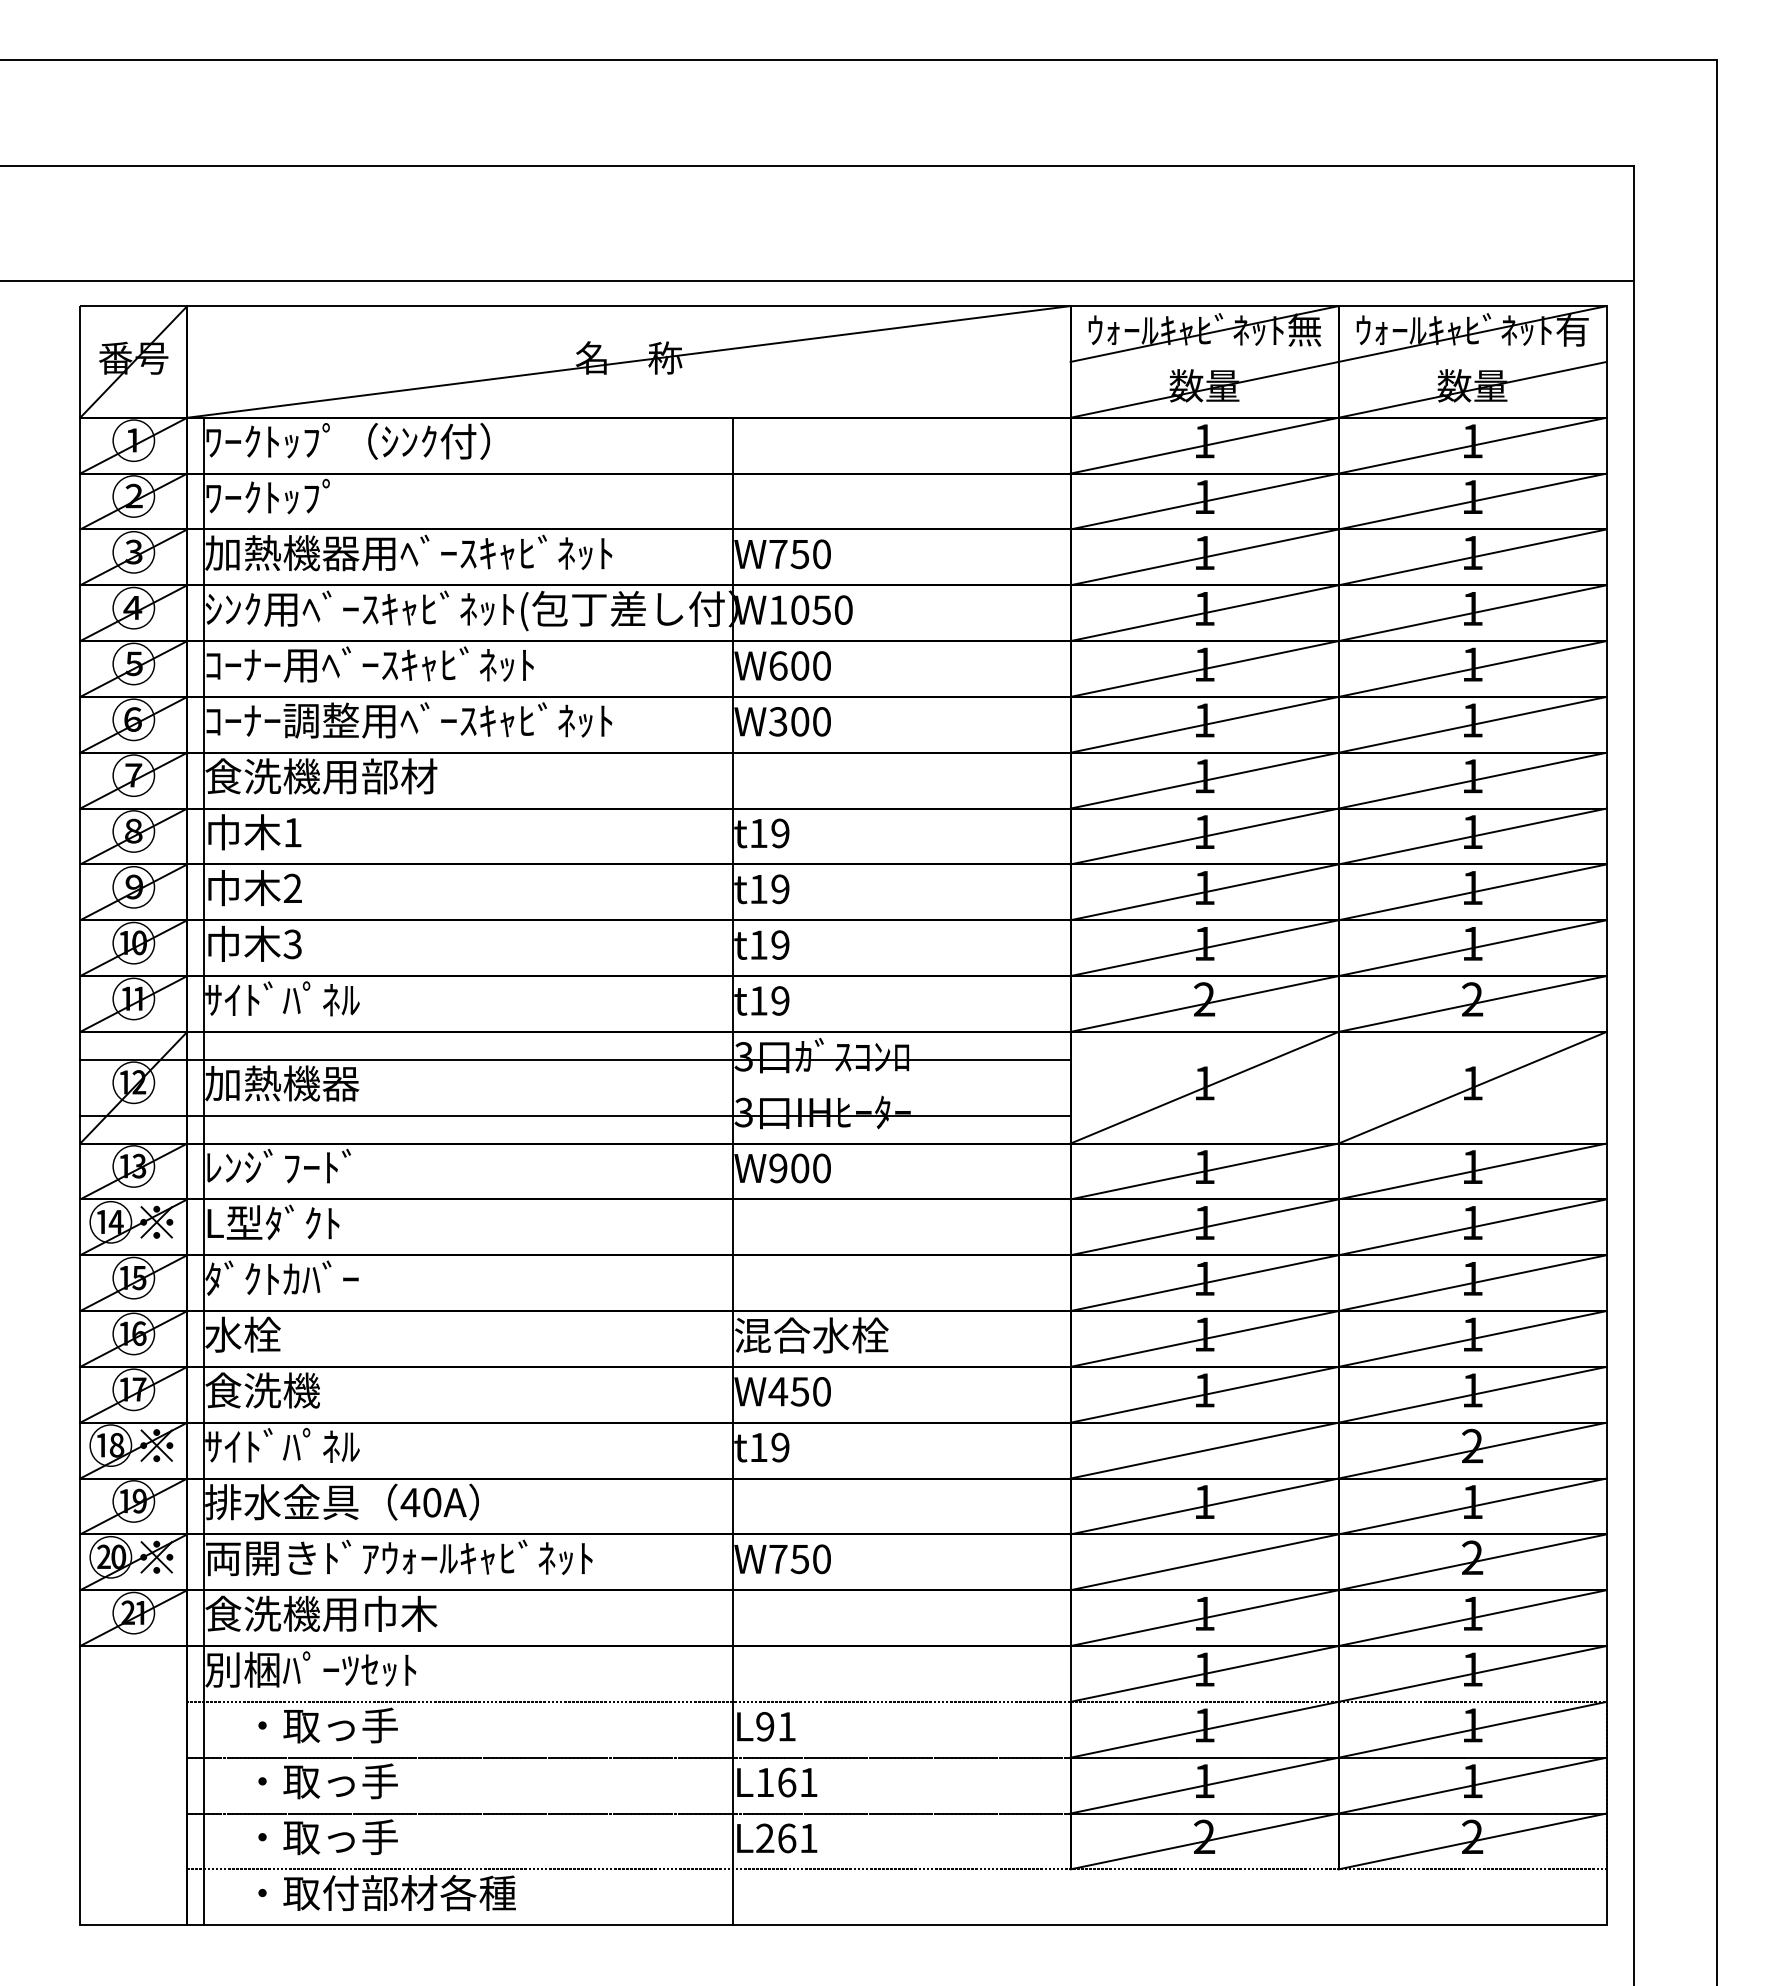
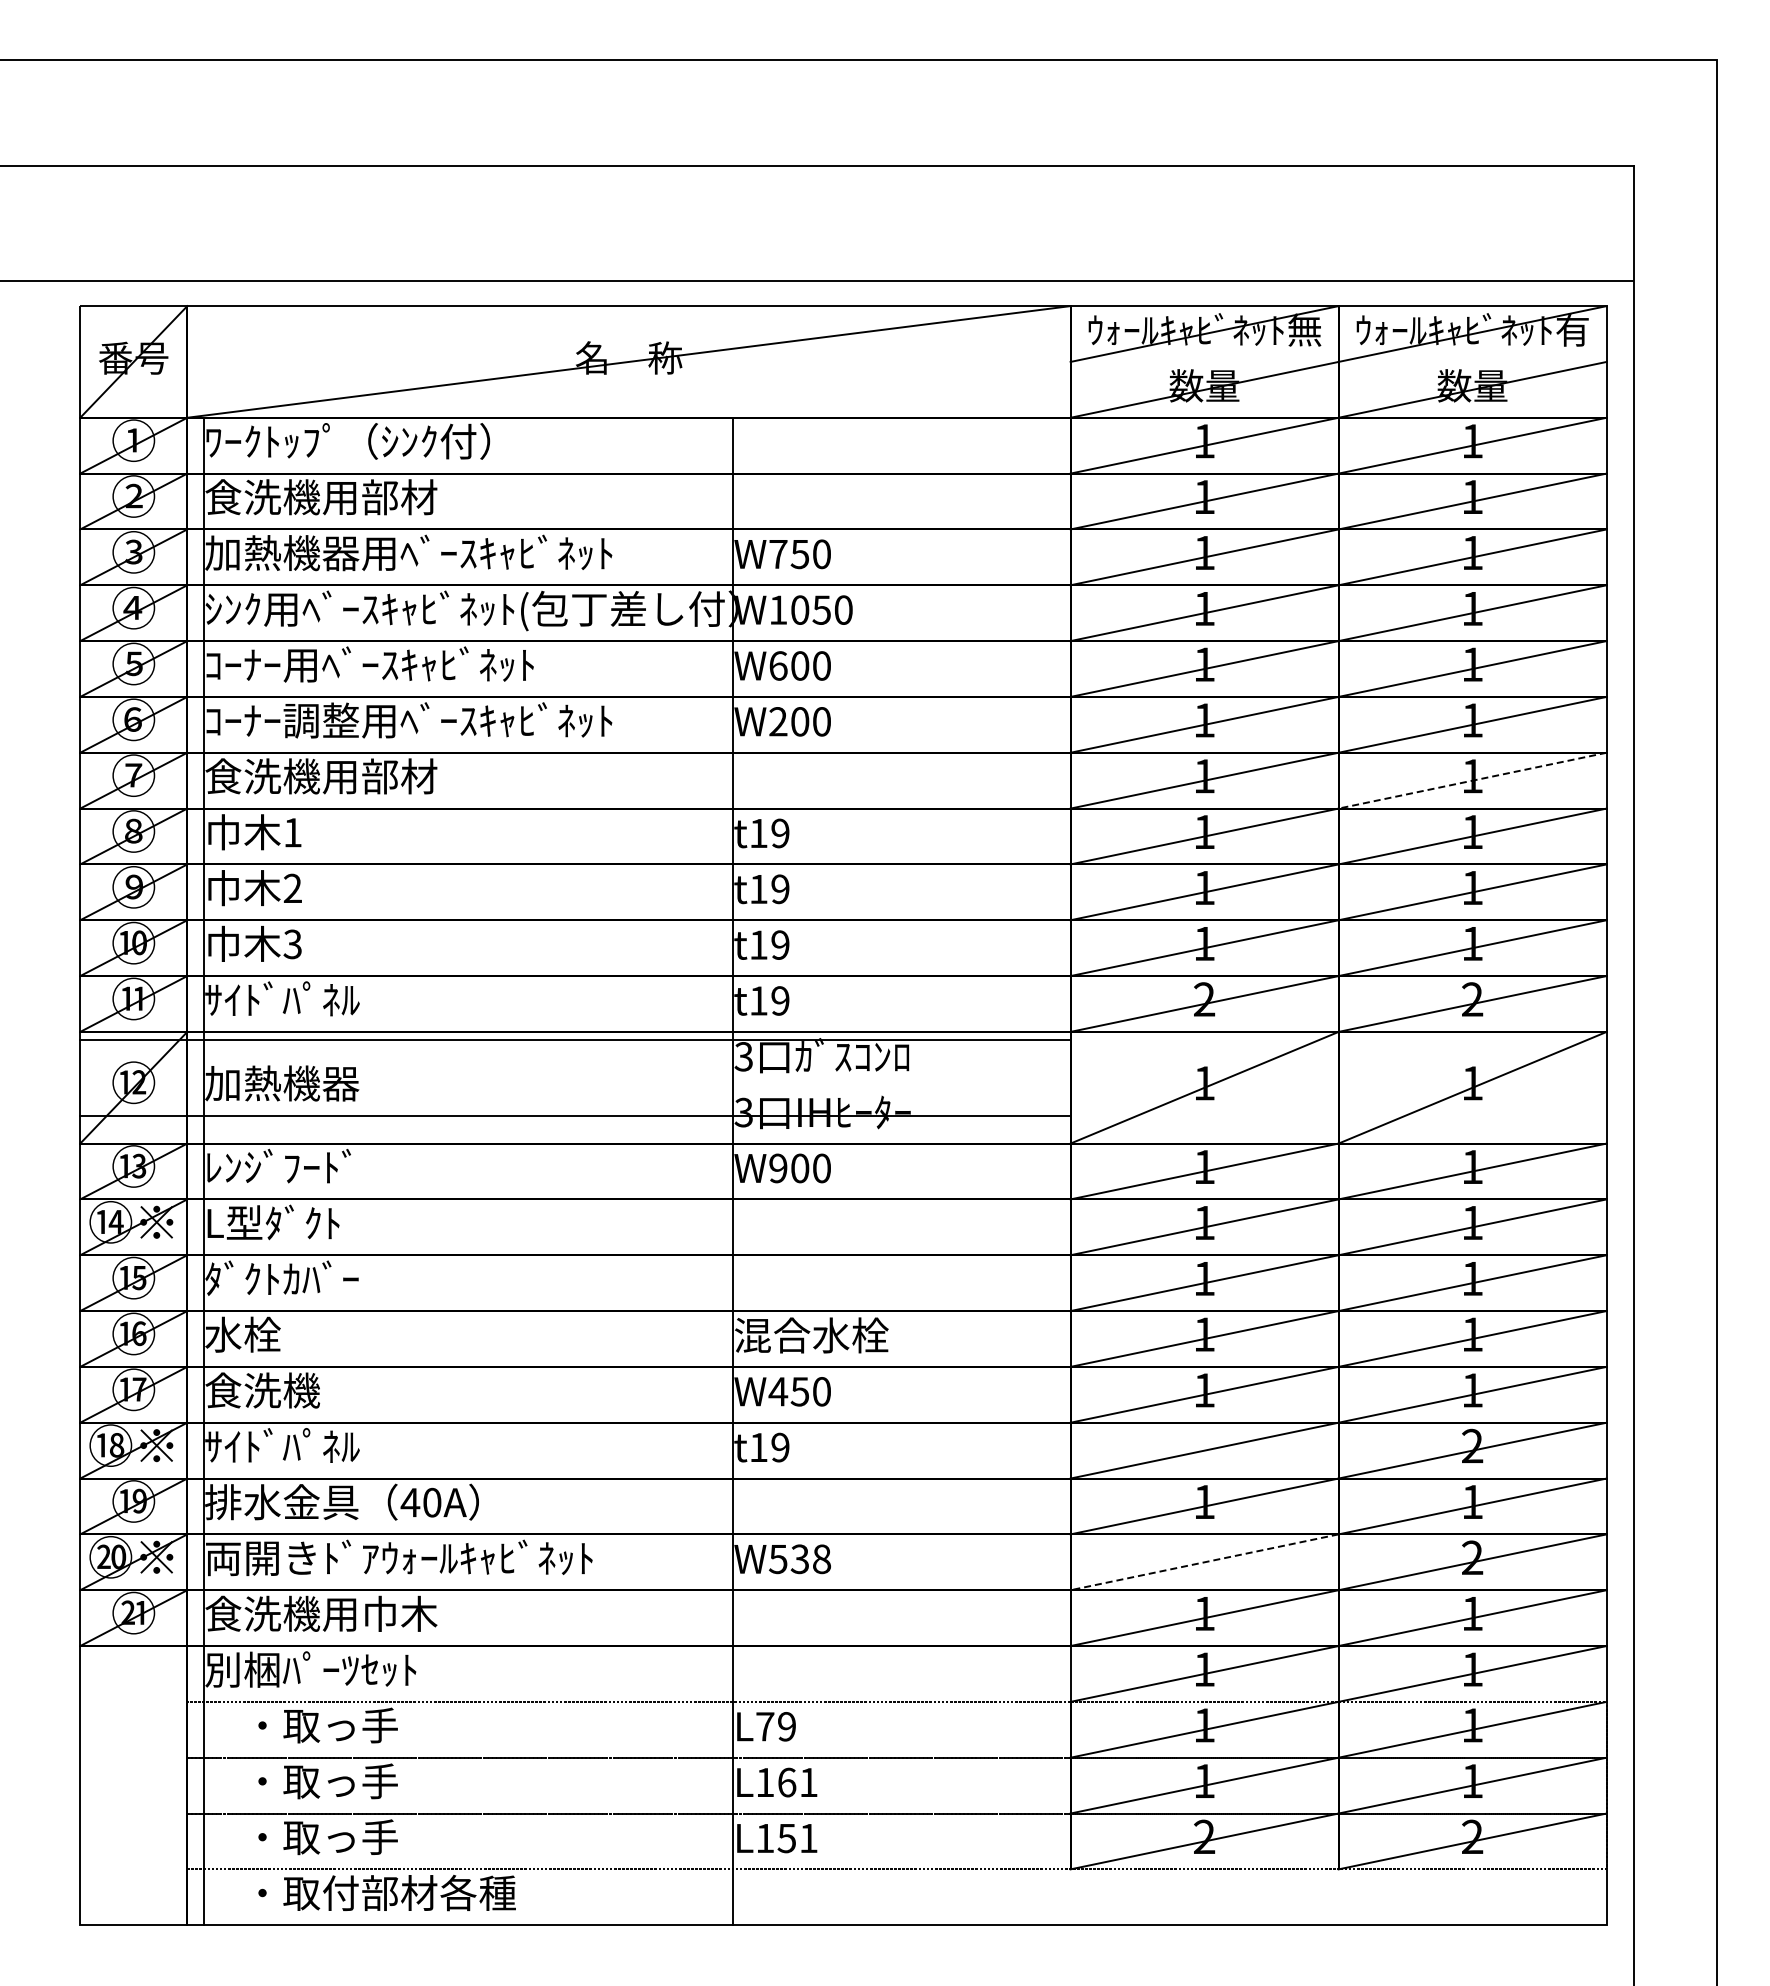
text at (321, 496): ﾜｰｸﾄｯﾌﾟ -> 食洗機用部材
text at (778, 721): W300 -> W200
line at (1472, 780): solid -> dashed
line at (575, 1059) position: (575, 1059) -> (575, 1039)
text at (800, 1559): W750 -> W538
line at (1204, 1562): solid -> dashed
text at (775, 1726): L91 -> L79
text at (776, 1838): L261 -> L151
